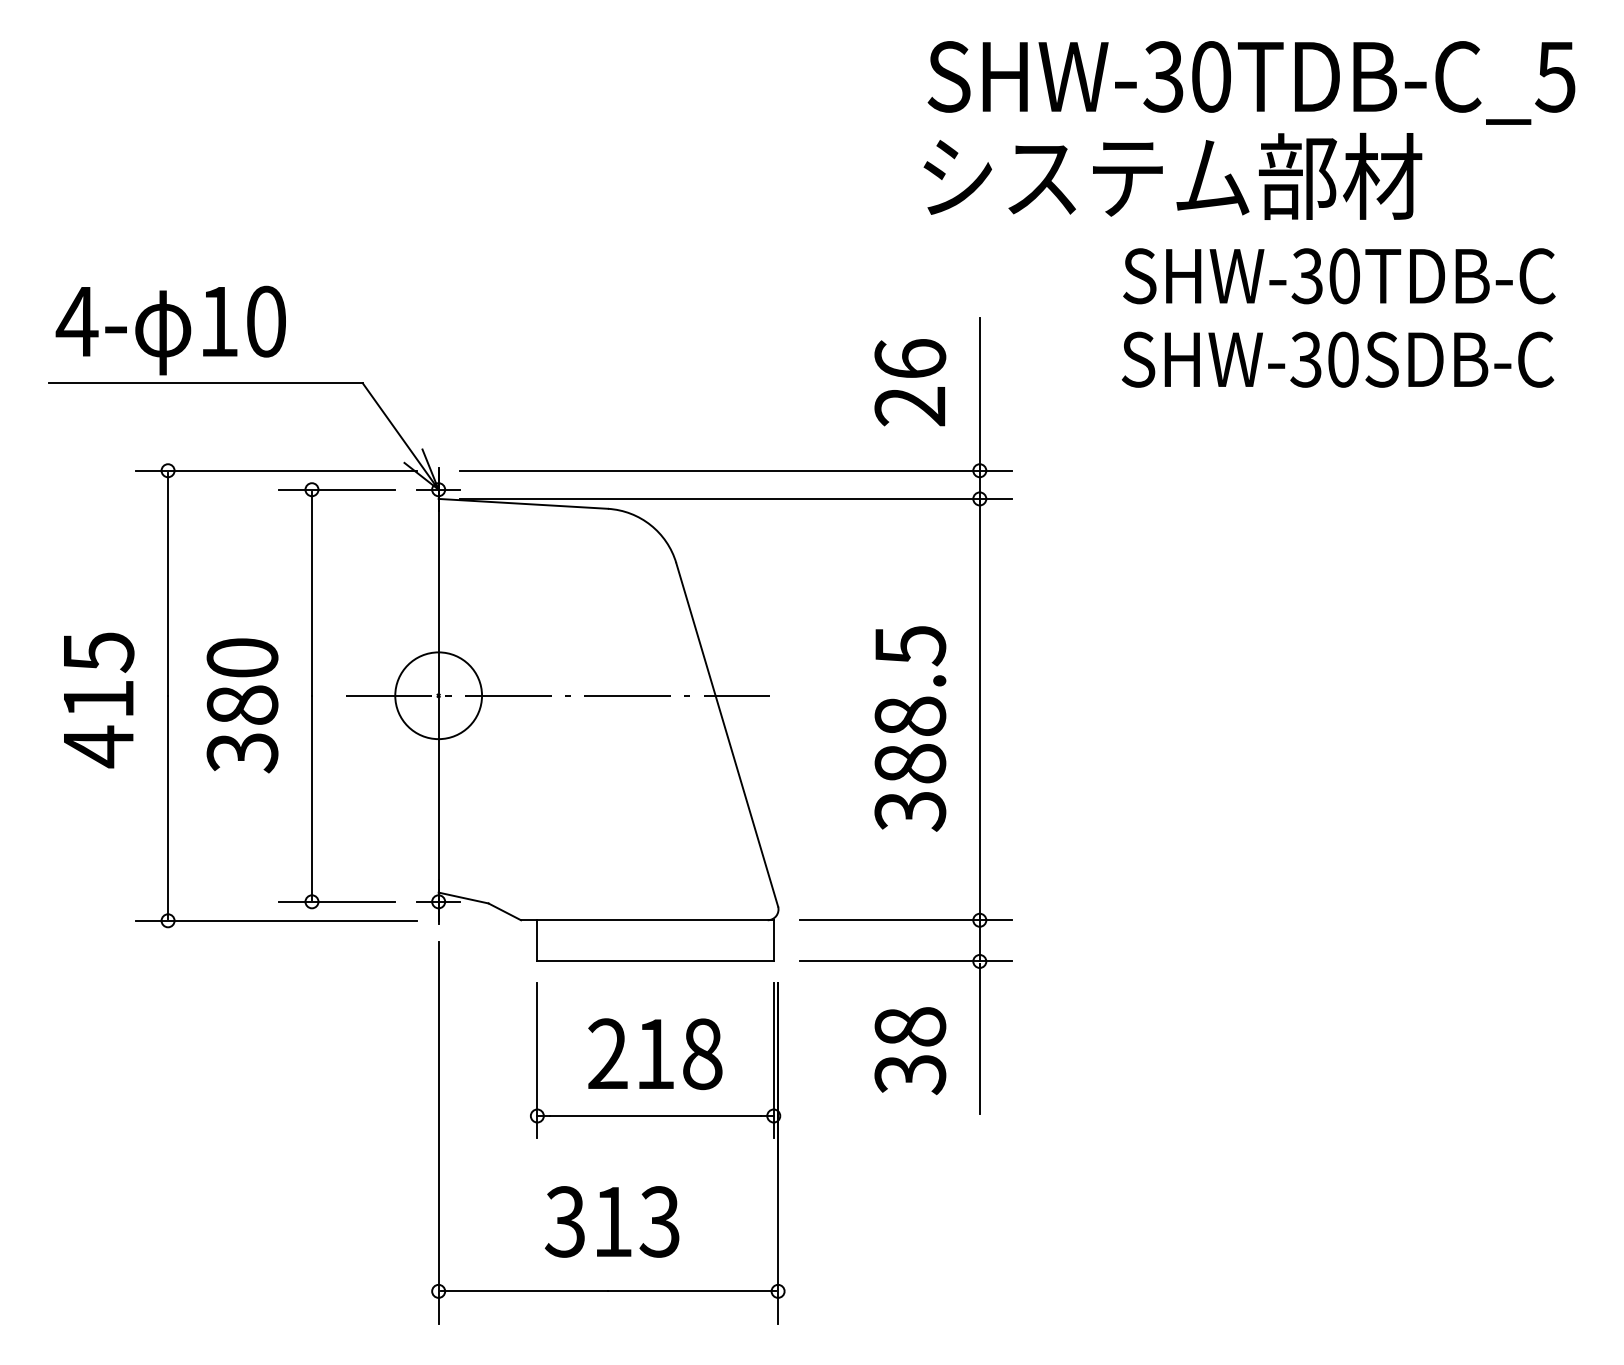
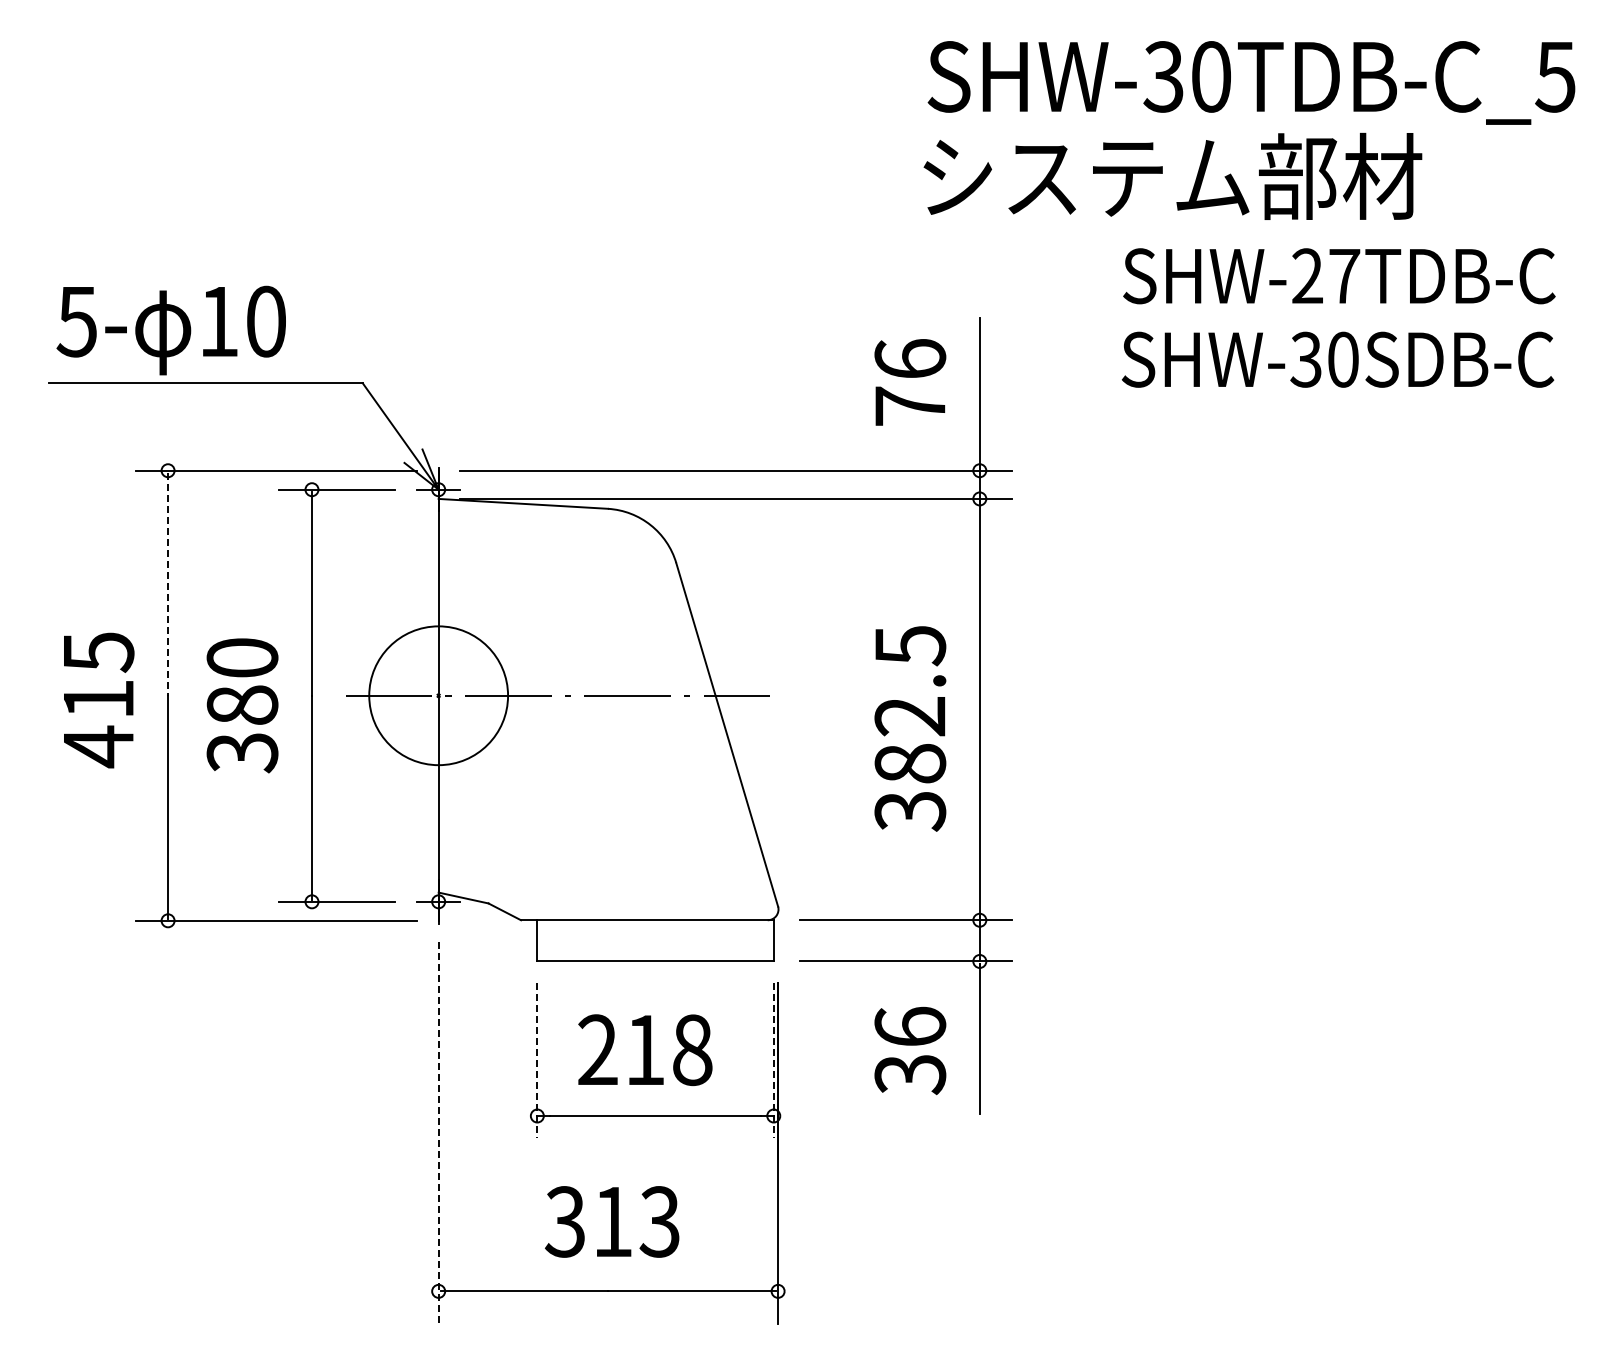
text at (1325, 276): SHW-30TDB-C -> SHW-27TDB-C
text at (76, 322): 4- -> 5-
text at (909, 406): 26 -> 76
line at (168, 584): solid -> dashed
circle at (438, 695) diameter: 87 px -> 139 px
text at (910, 716): 388.5 -> 382.5
text at (910, 1026): 38 -> 36
text at (655, 1053) position: (655, 1053) -> (645, 1049)
line at (537, 1060): solid -> dashed
line at (773, 1060): solid -> dashed
line at (438, 1133): solid -> dashed
